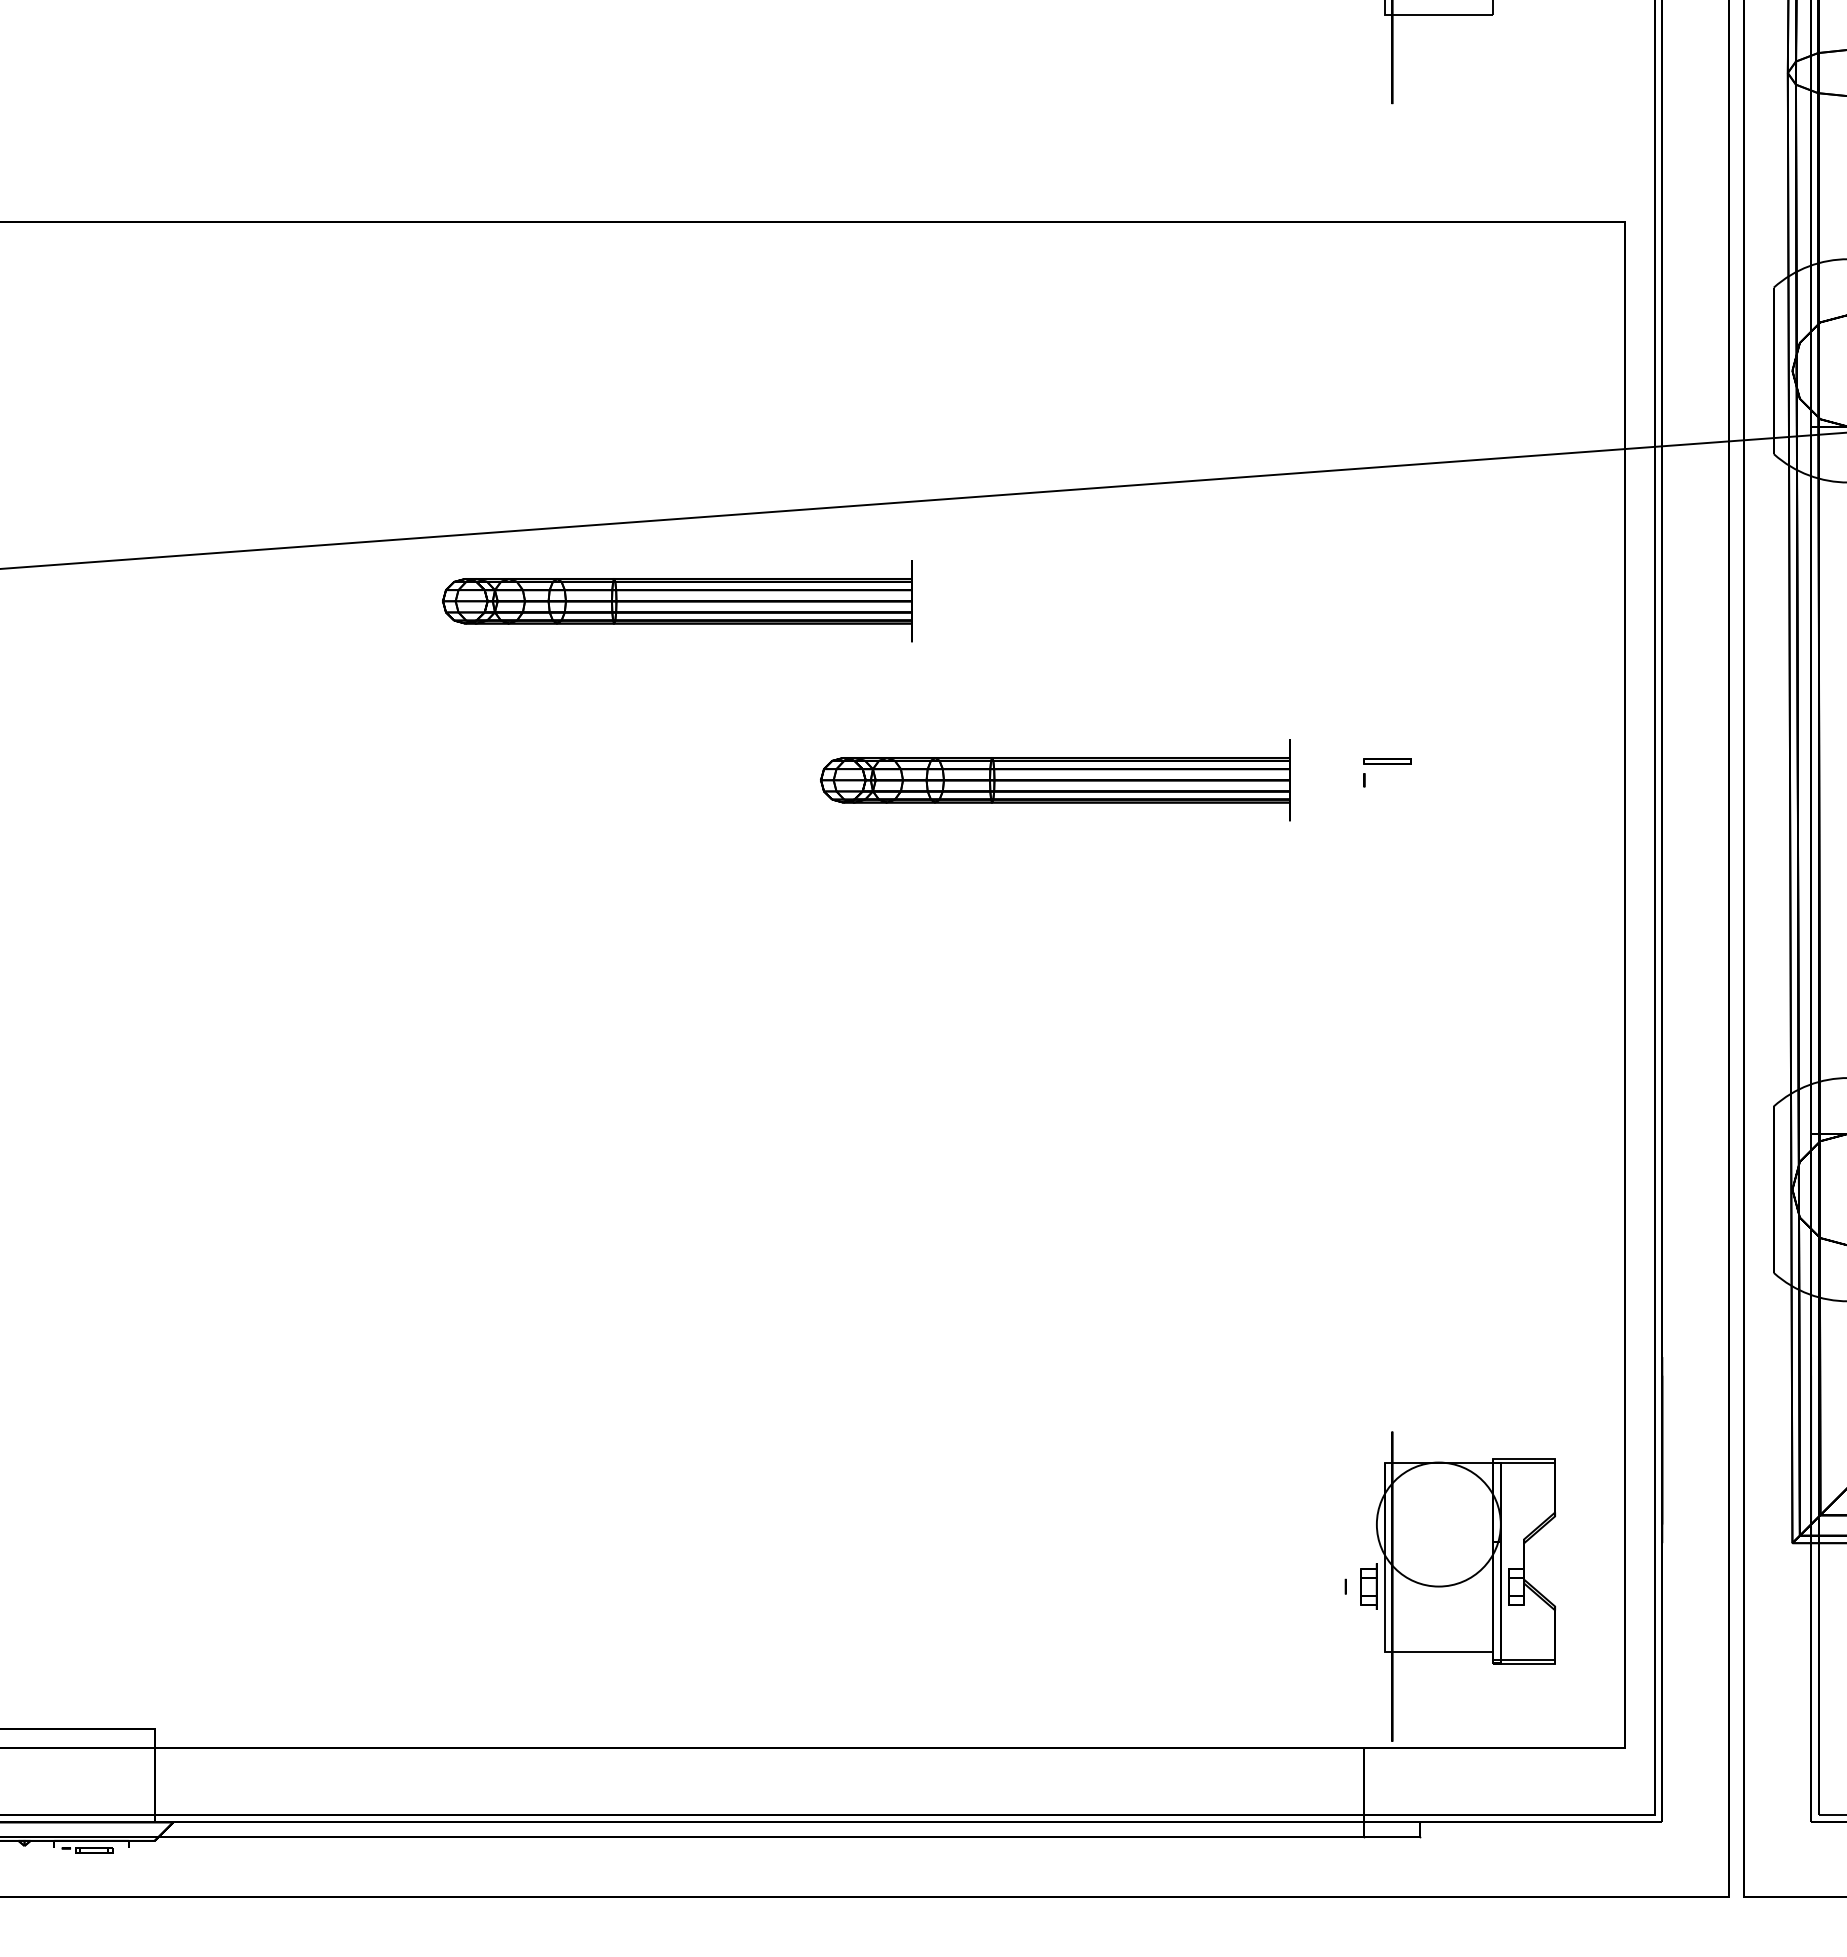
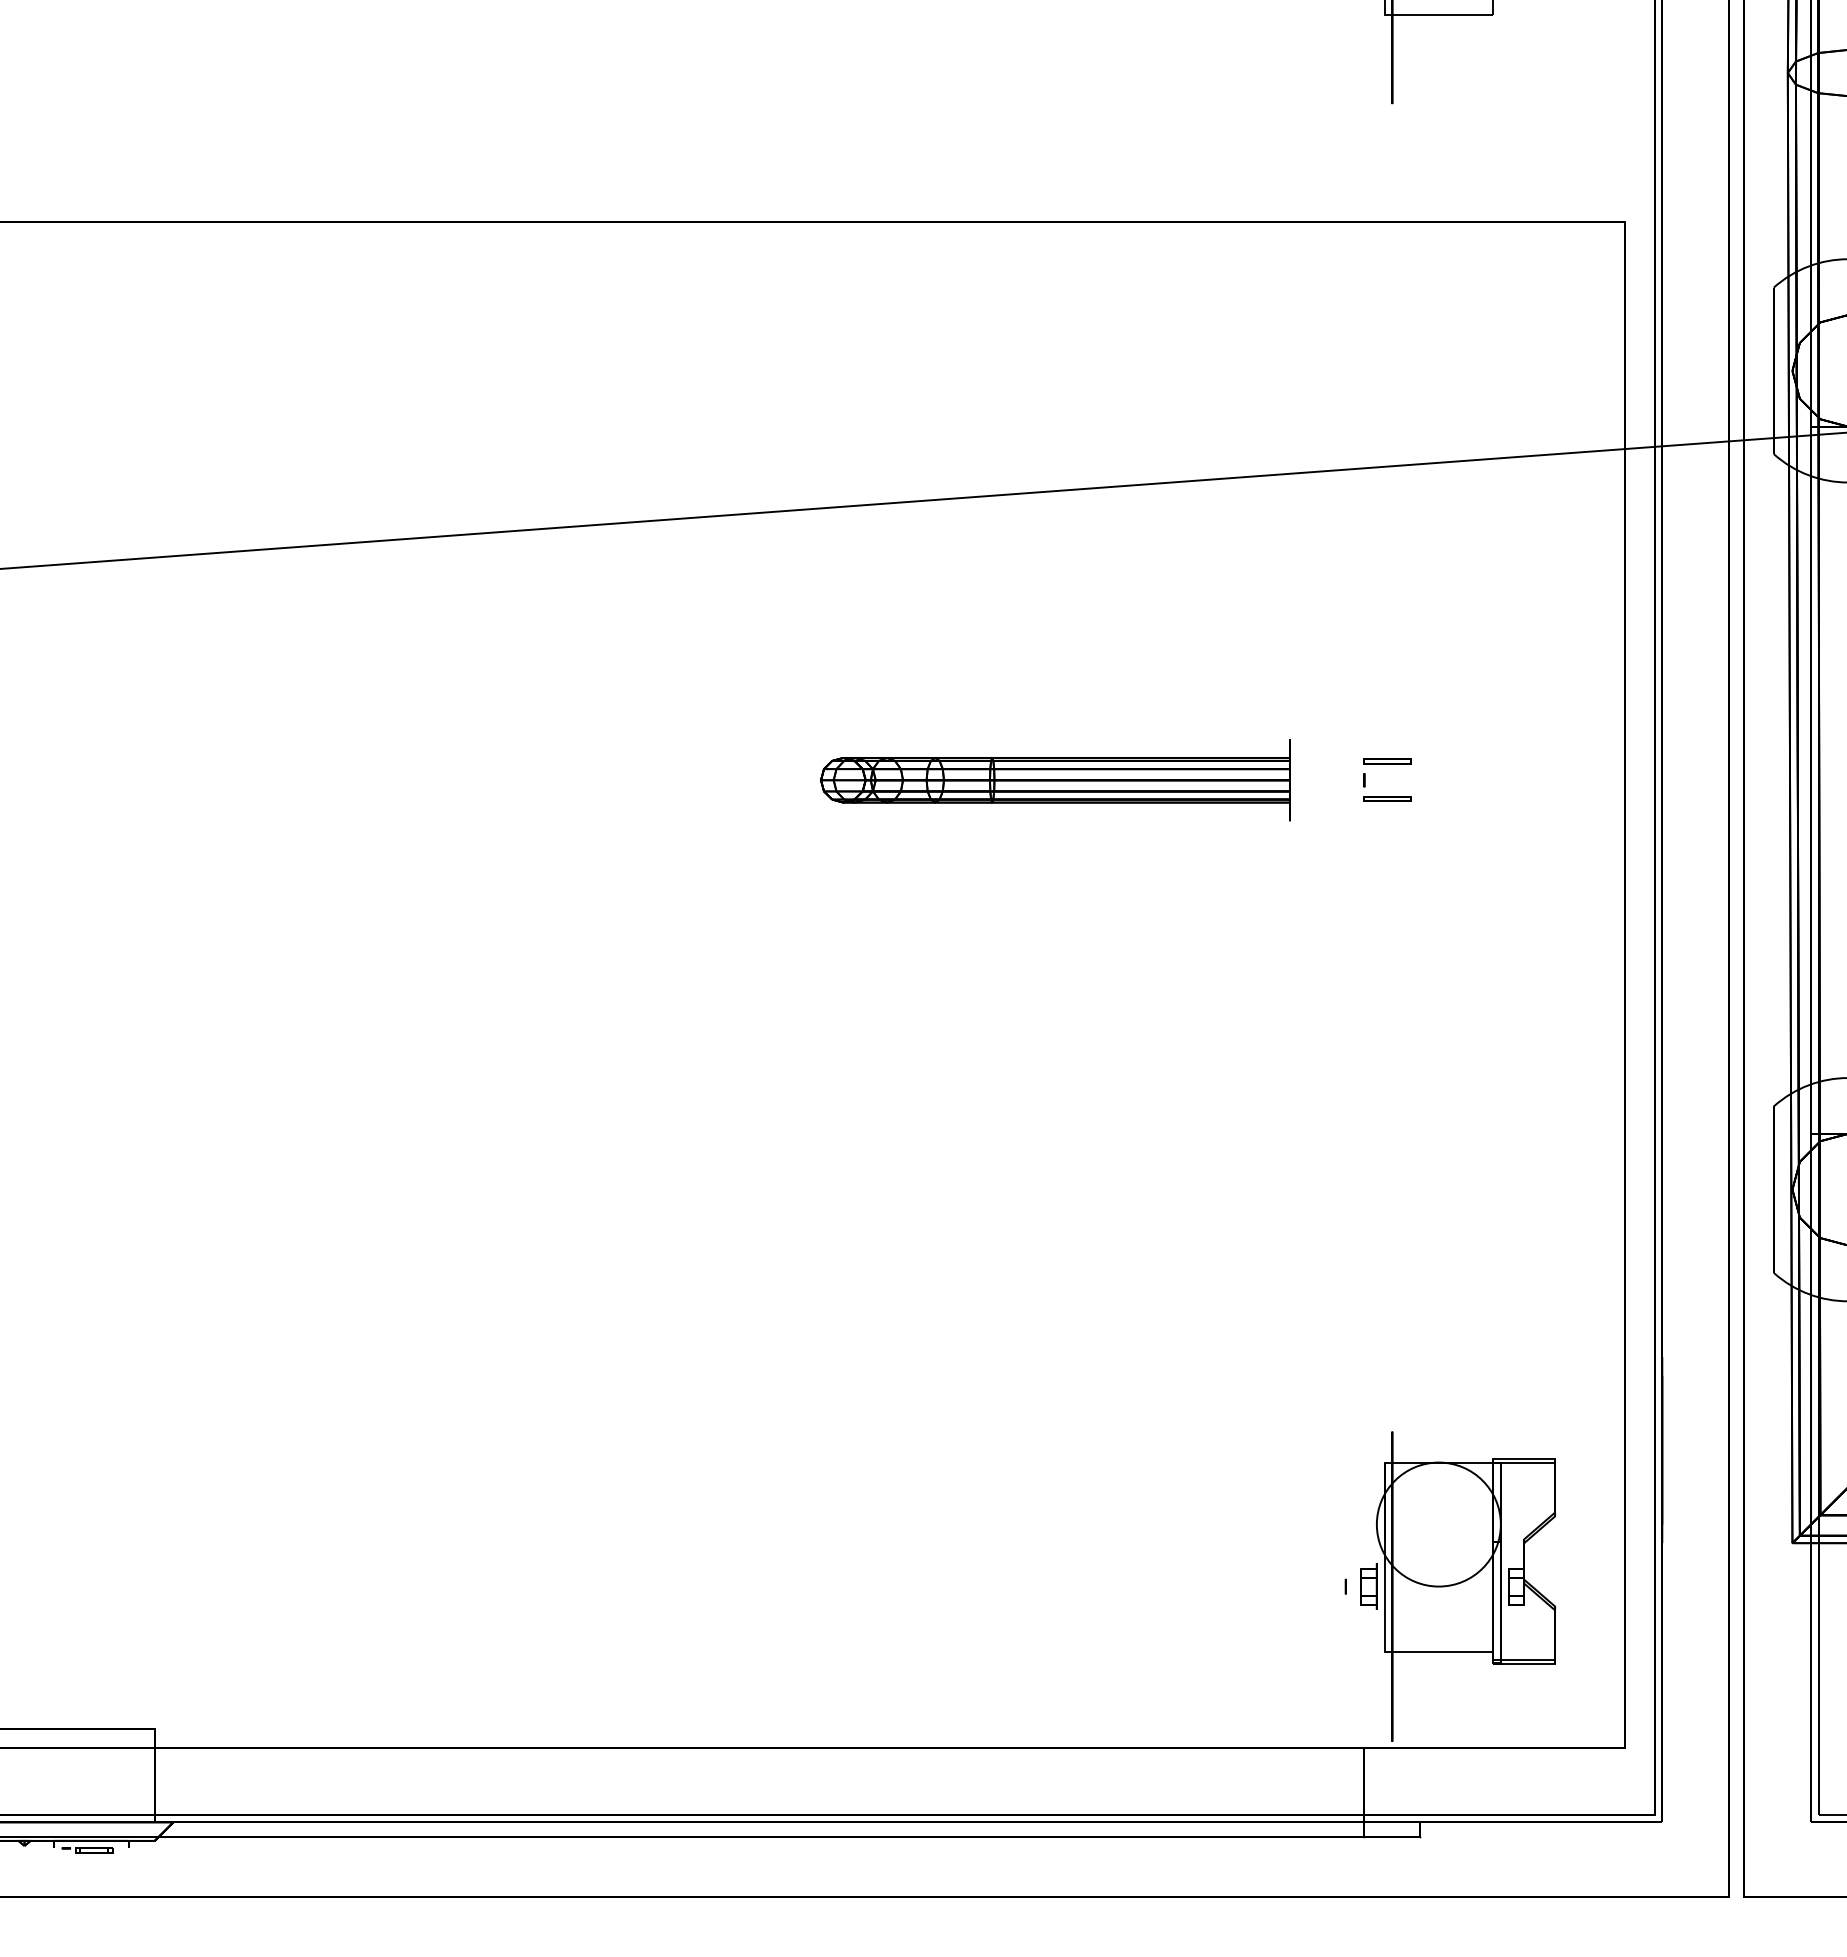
part at (677, 601): present -> none
part at (1387, 798): none -> present
